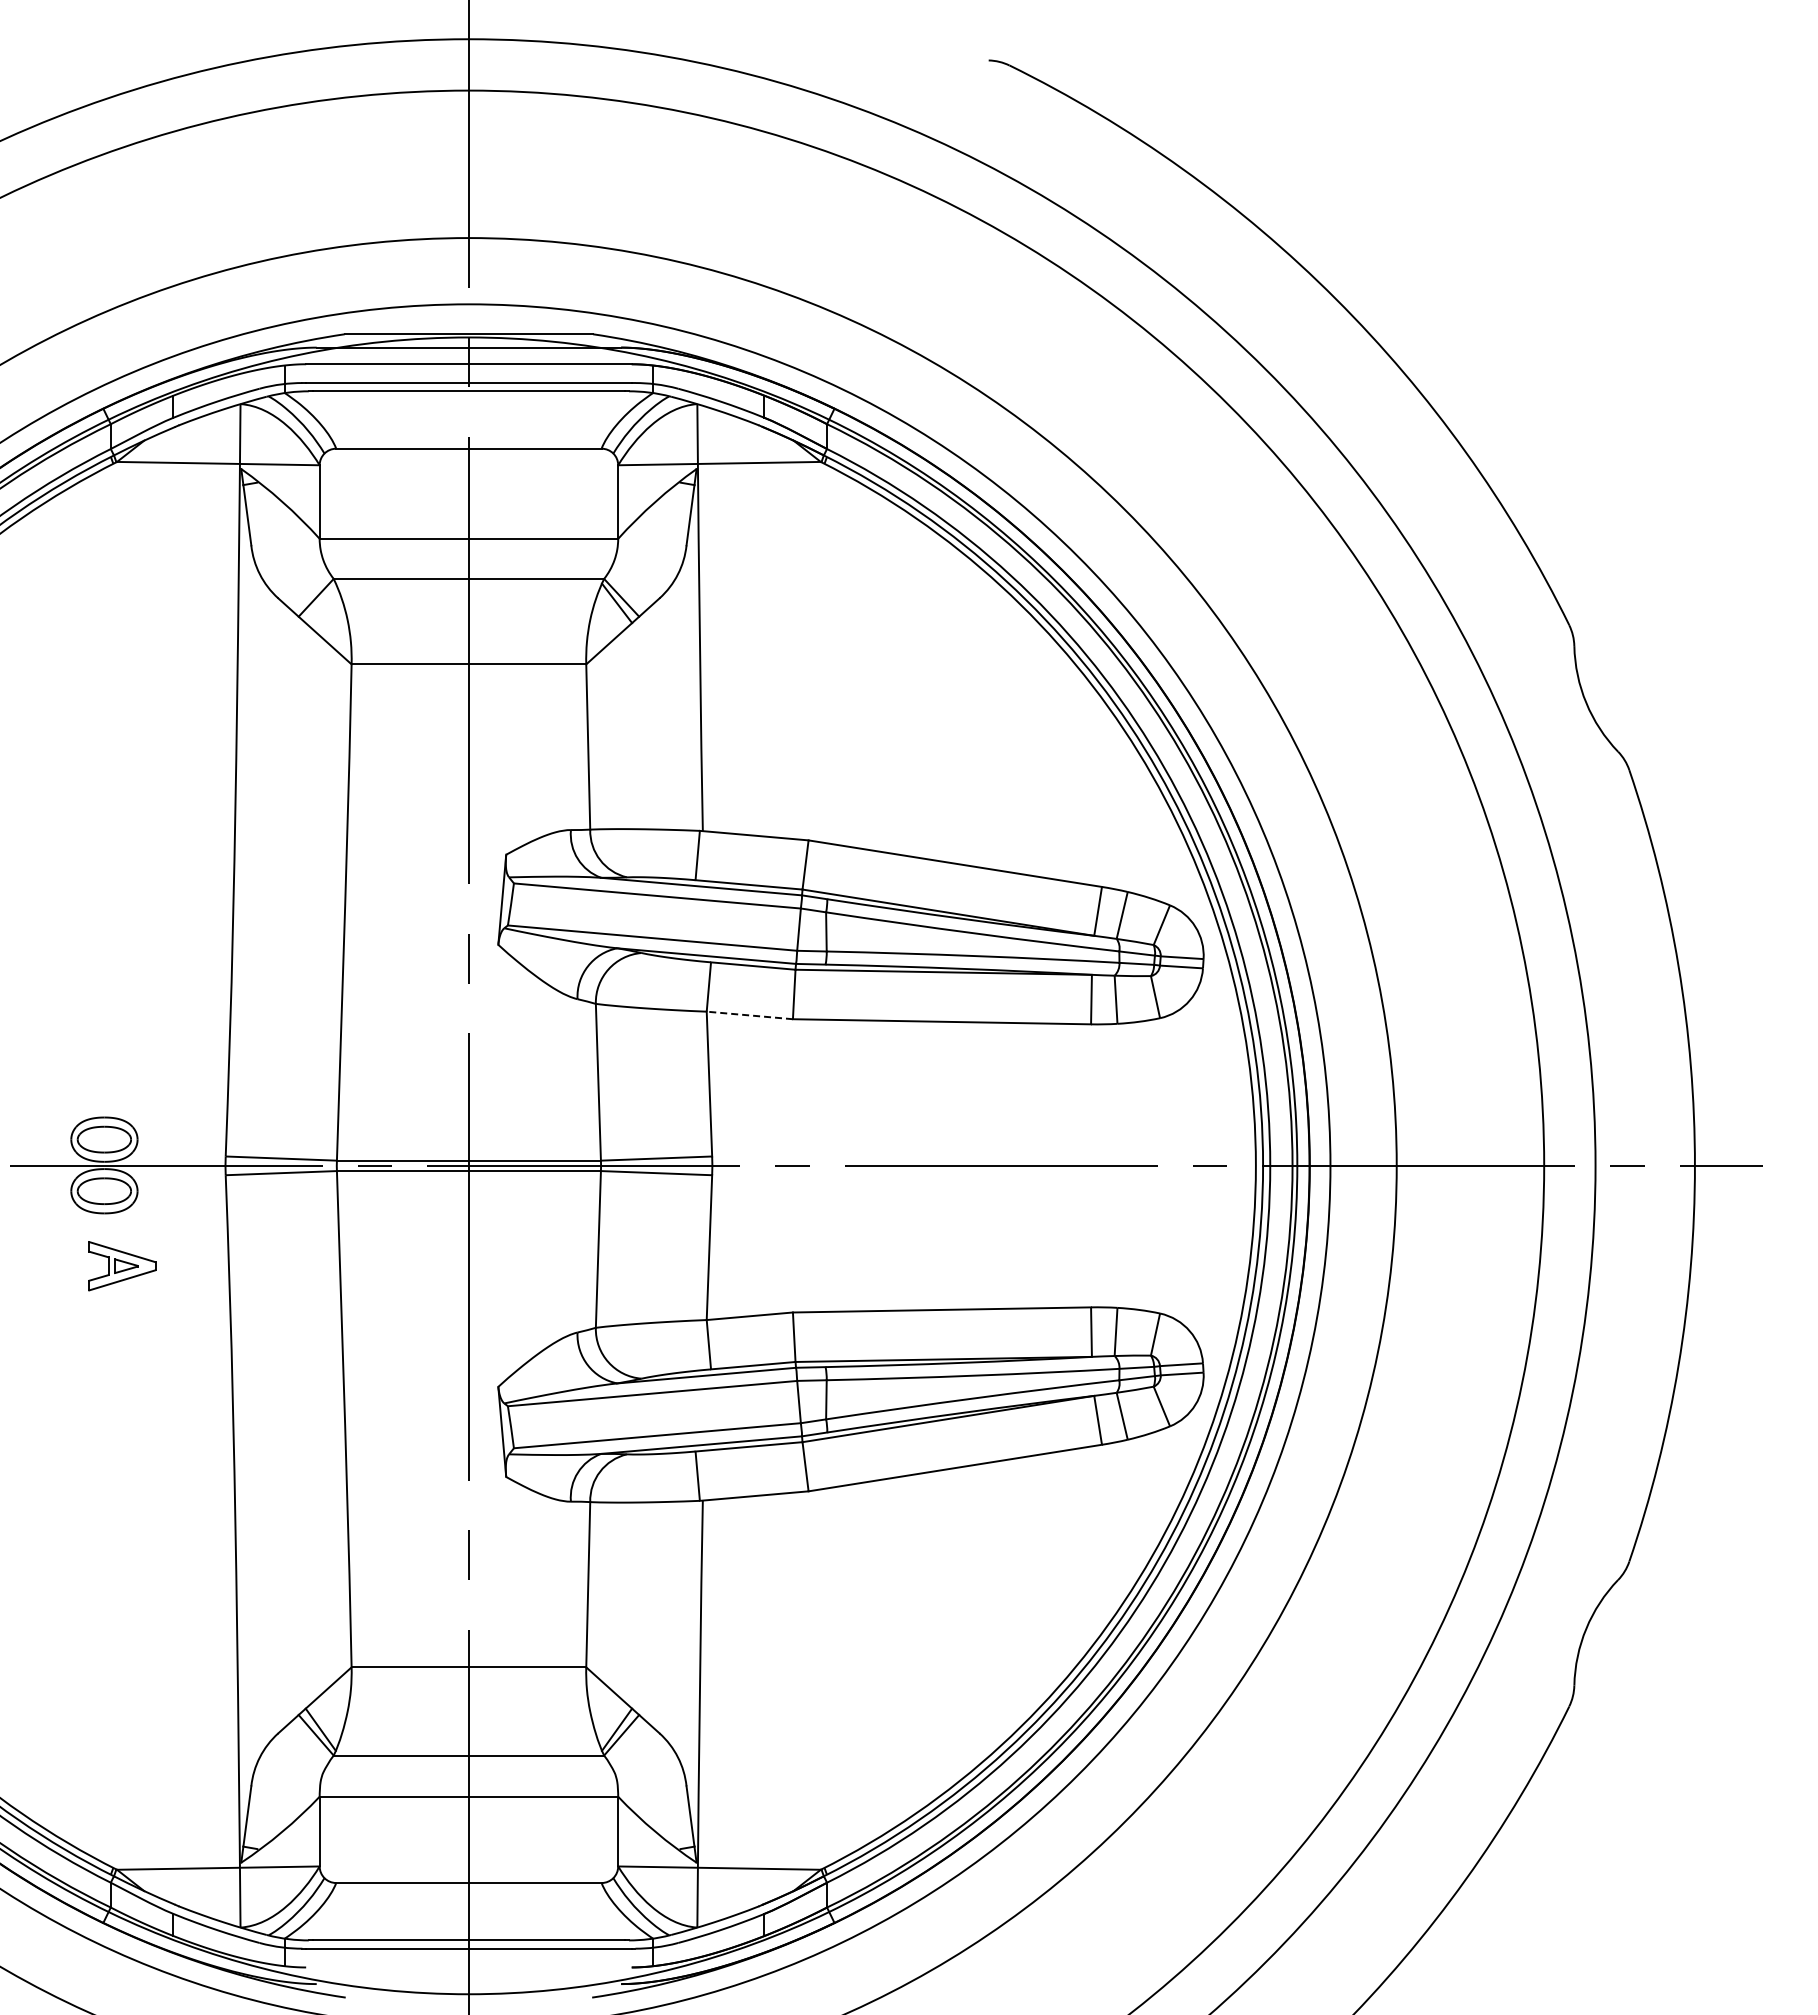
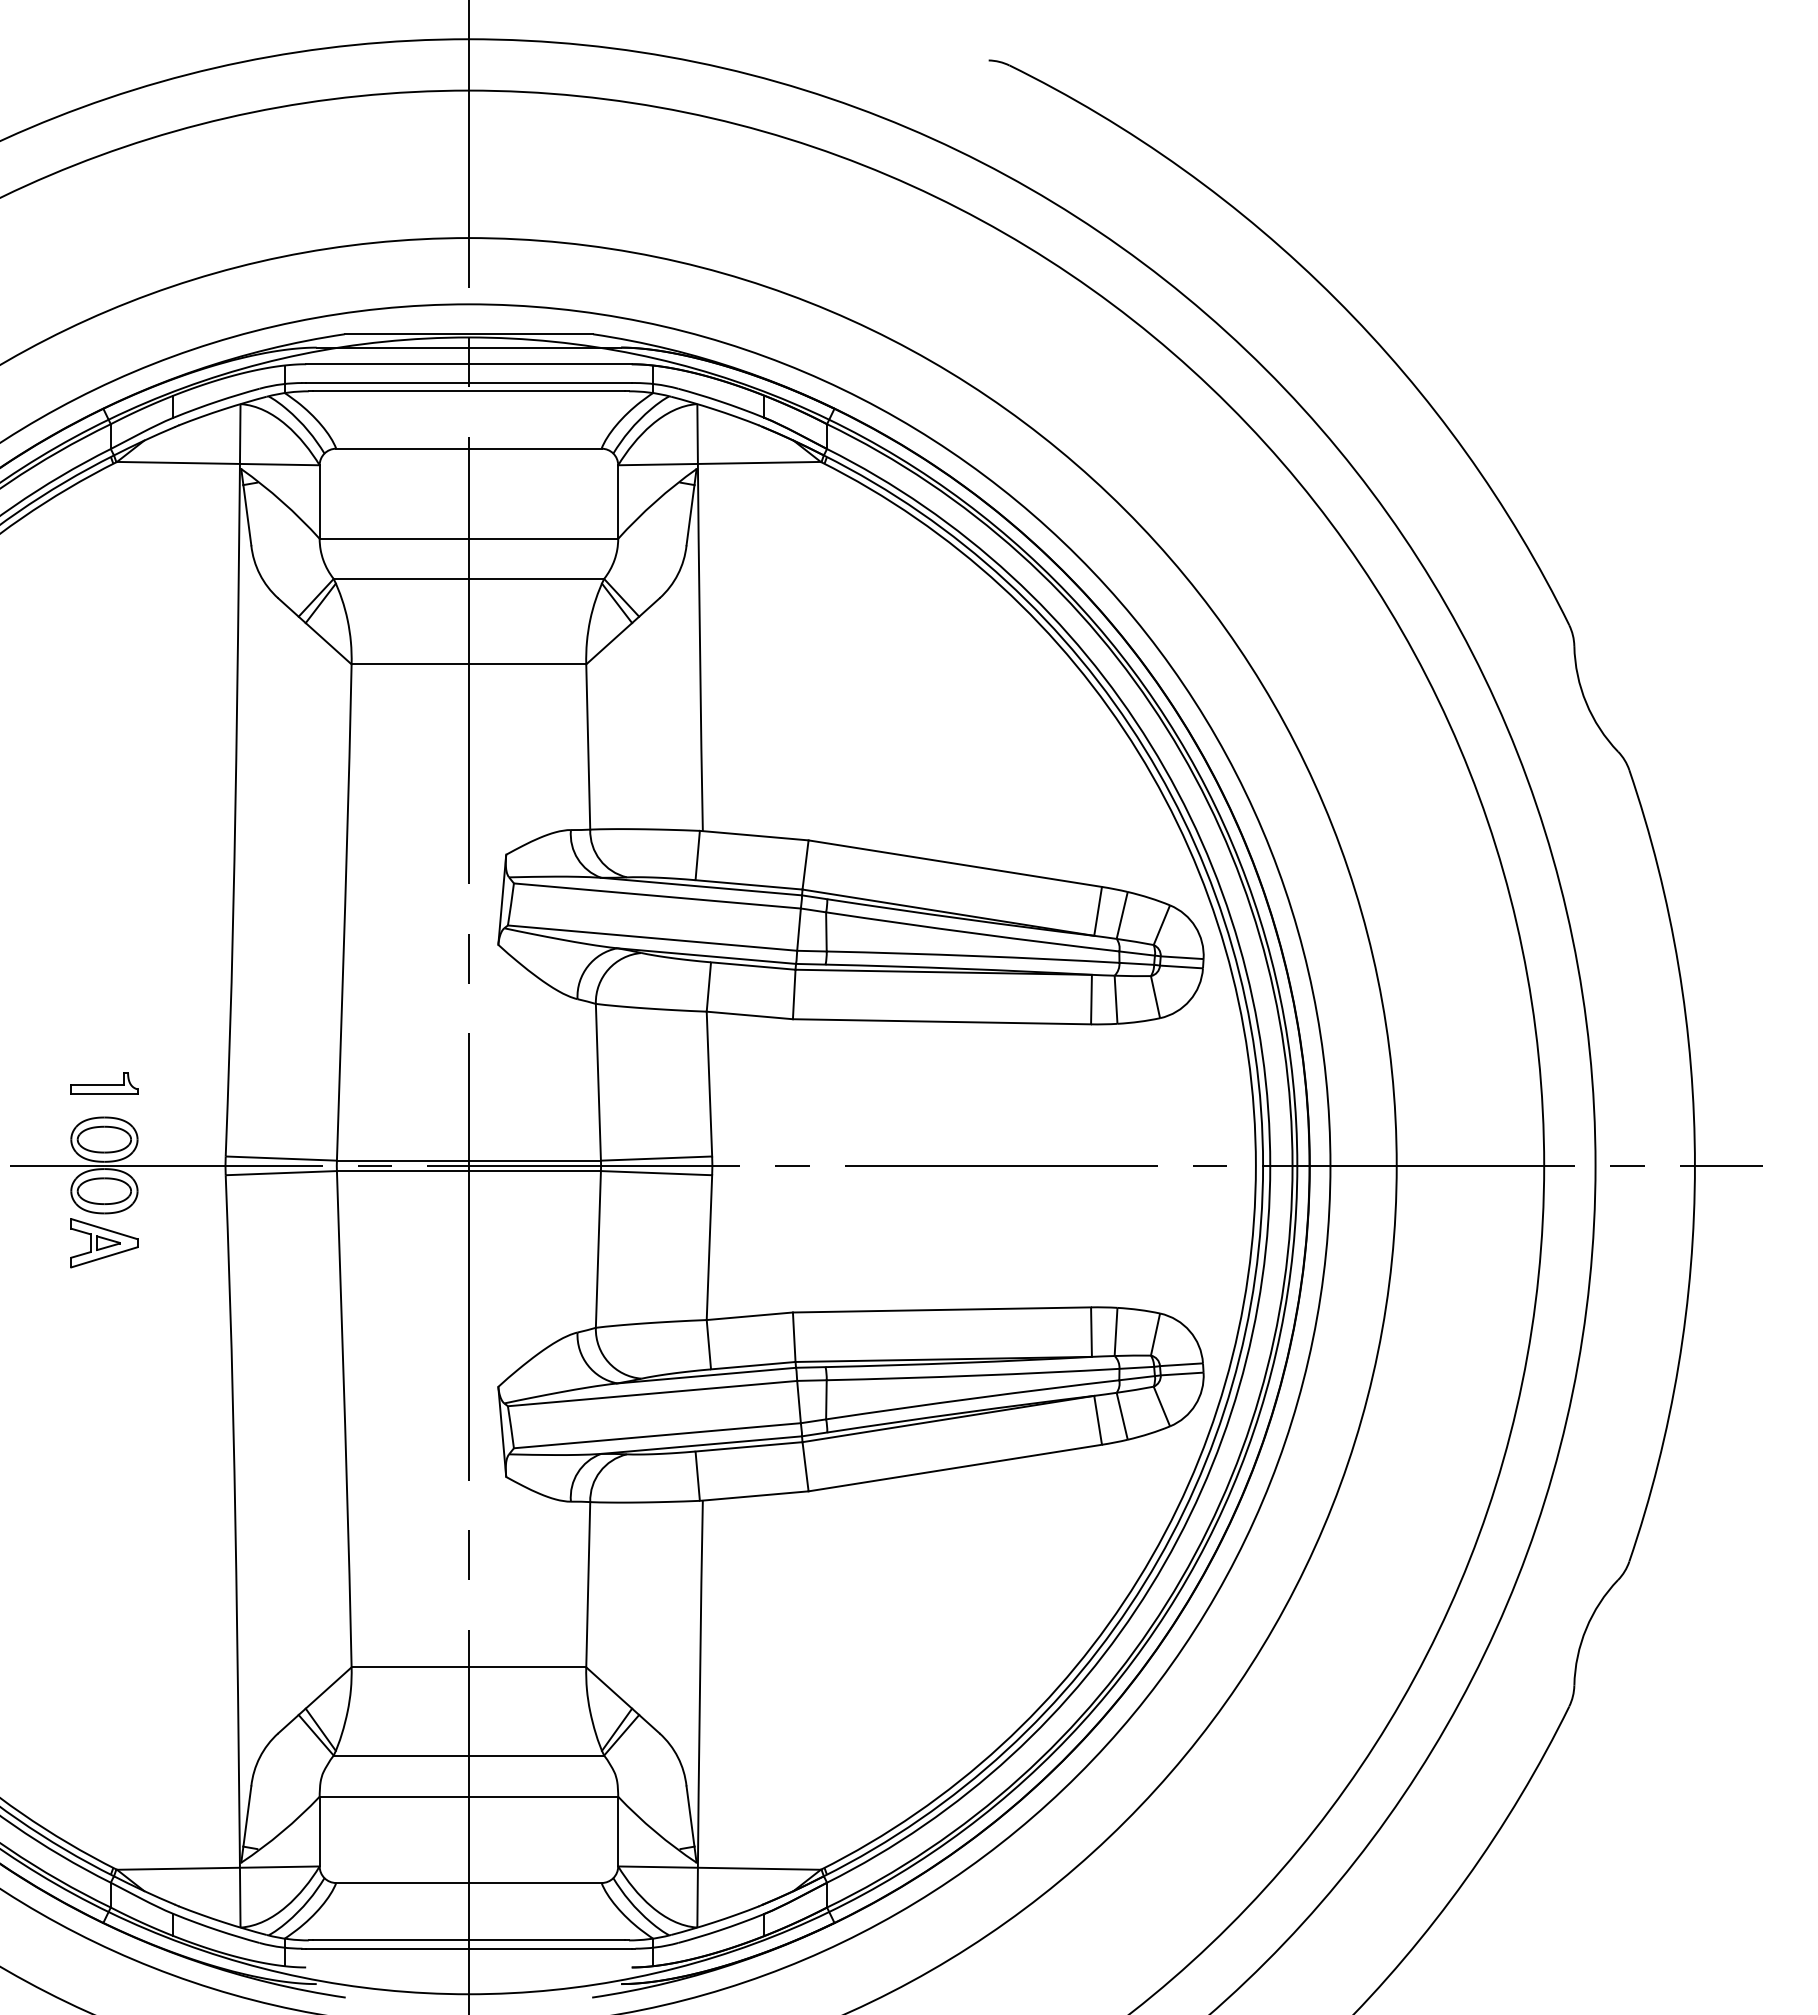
line at (320, 603): none -> present
line at (749, 1015): dashed -> solid
part at (104, 1083): none -> present
part at (122, 1266) position: (122, 1266) -> (104, 1243)
